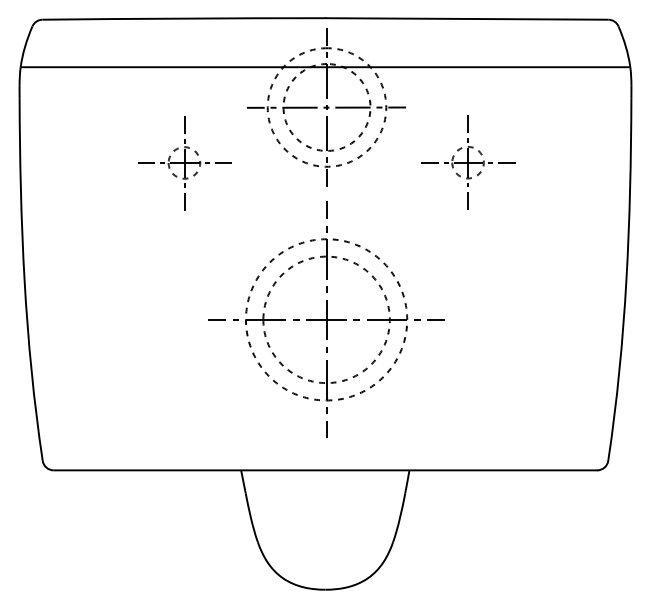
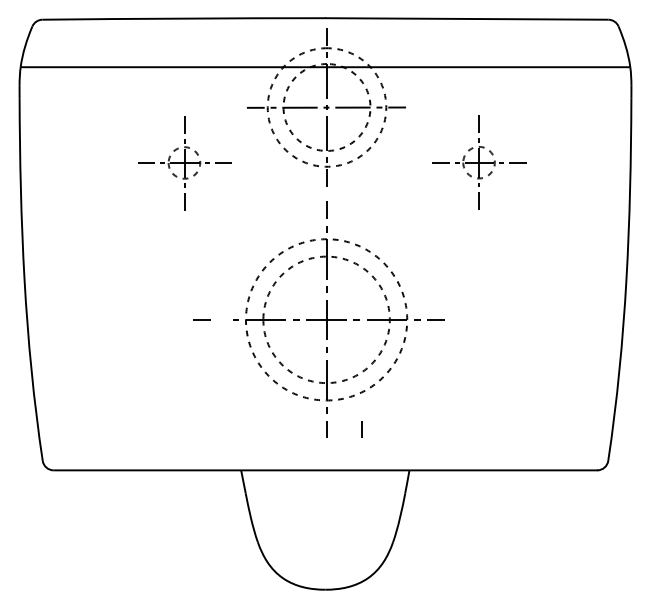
part at (468, 162) position: (468, 162) -> (479, 162)
line at (216, 319) position: (216, 319) -> (201, 319)
line at (361, 429): none -> present
